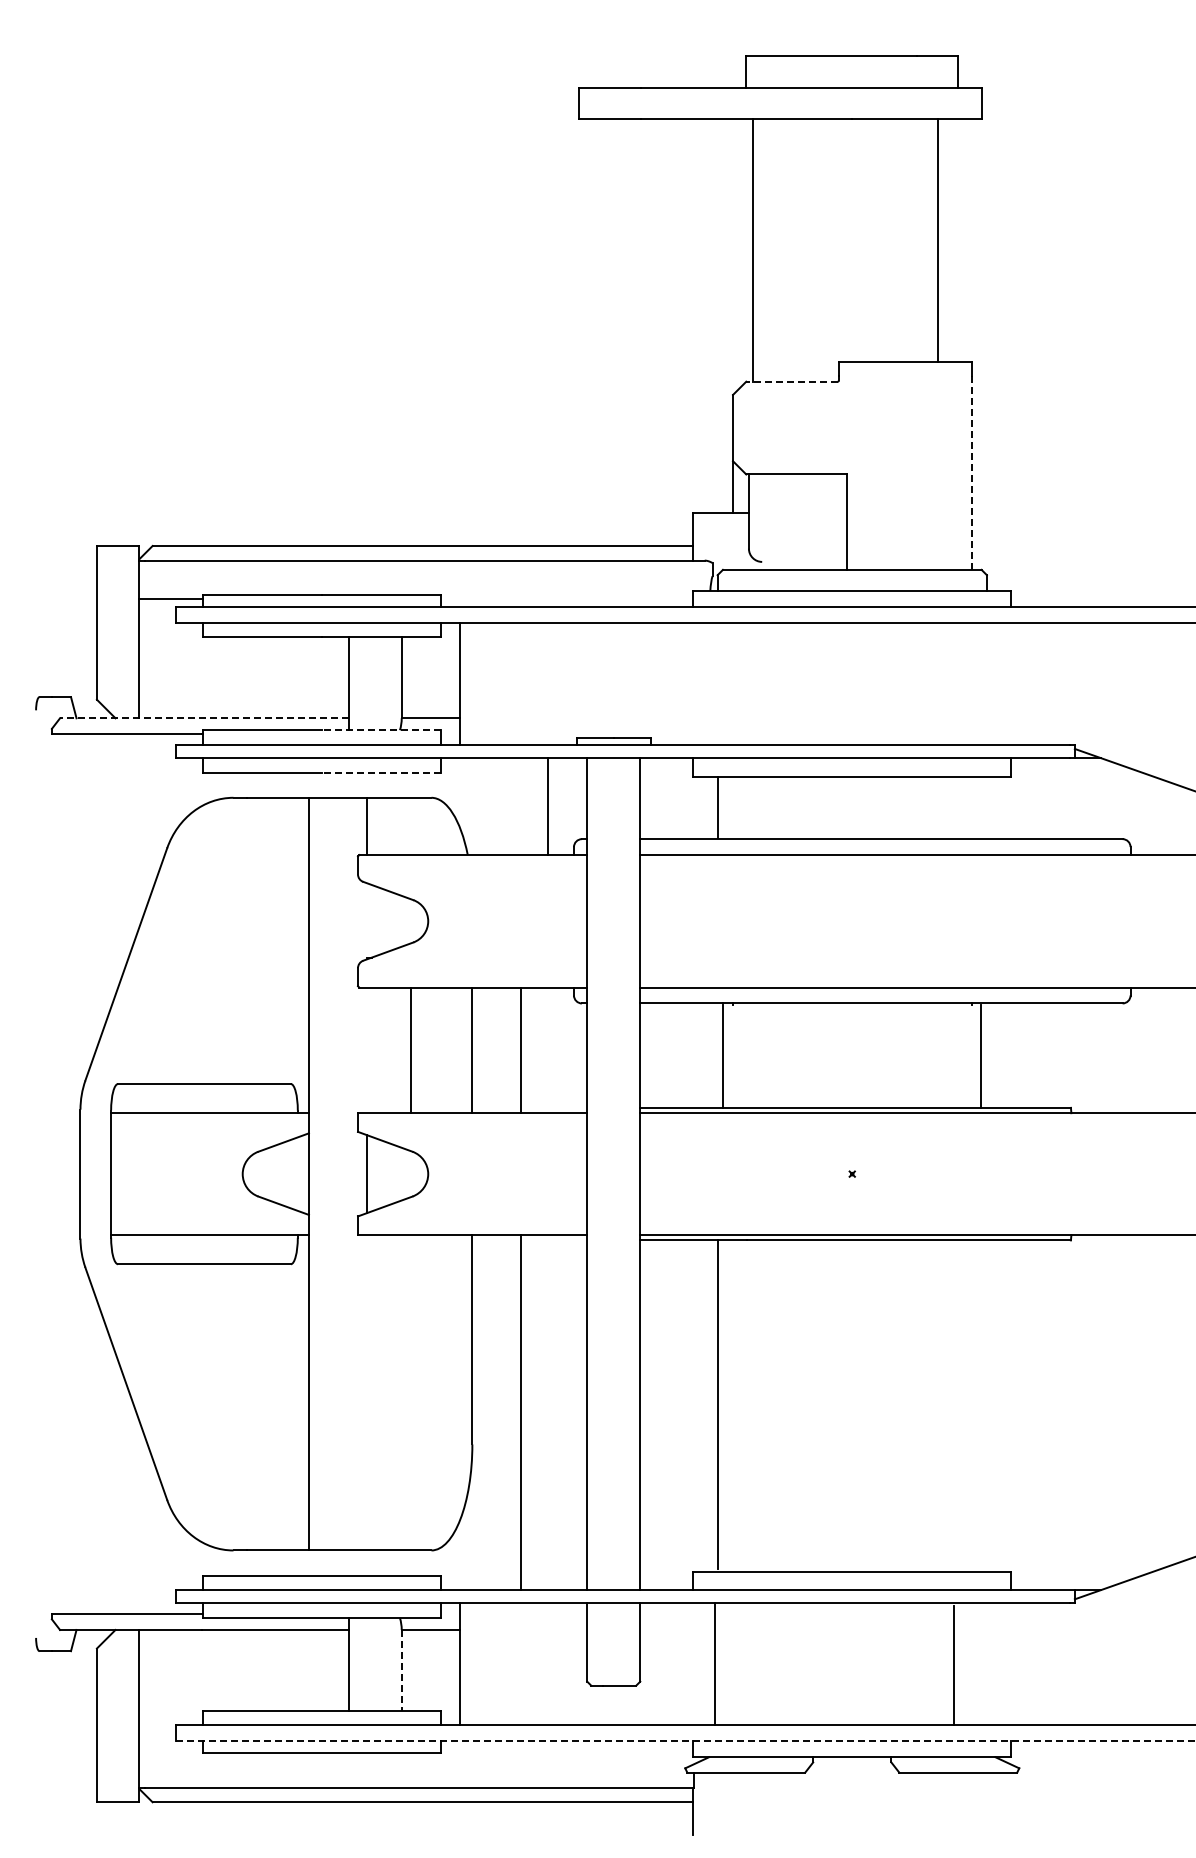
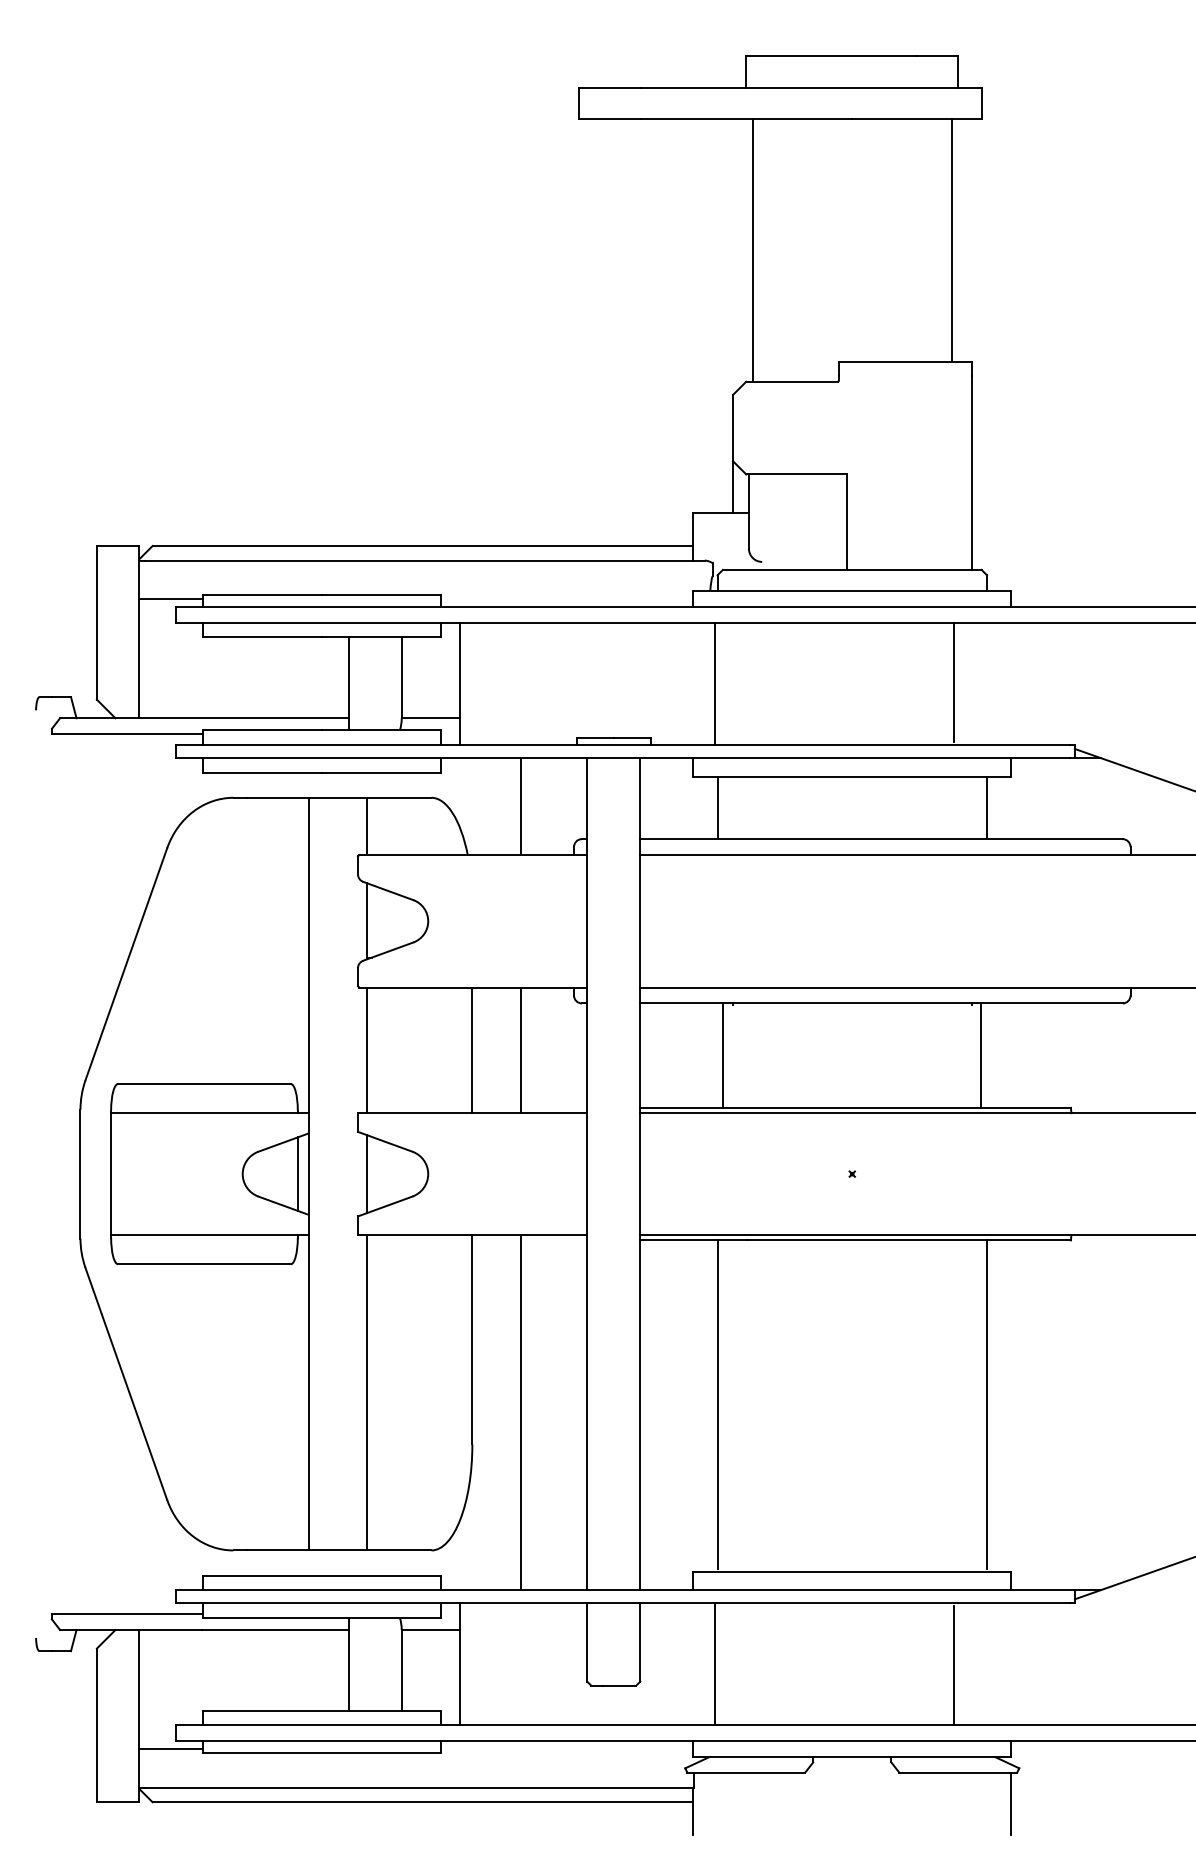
line at (937, 240) position: (937, 240) -> (951, 240)
line at (791, 381): dashed -> solid
line at (971, 473): dashed -> solid
line at (954, 682): none -> present
line at (714, 683): none -> present
line at (203, 718): dashed -> solid
line at (381, 730): dashed -> solid
line at (381, 772): dashed -> solid
line at (548, 806) position: (548, 806) -> (521, 806)
line at (986, 806): none -> present
line at (367, 921): none -> present
line at (411, 1050) position: (411, 1050) -> (367, 1050)
line at (297, 1173): none -> present
line at (367, 1392): none -> present
line at (986, 1404): none -> present
line at (401, 1670): dashed -> solid
line at (686, 1741): dashed -> solid
line at (170, 1749): none -> present
line at (1011, 1803): none -> present
